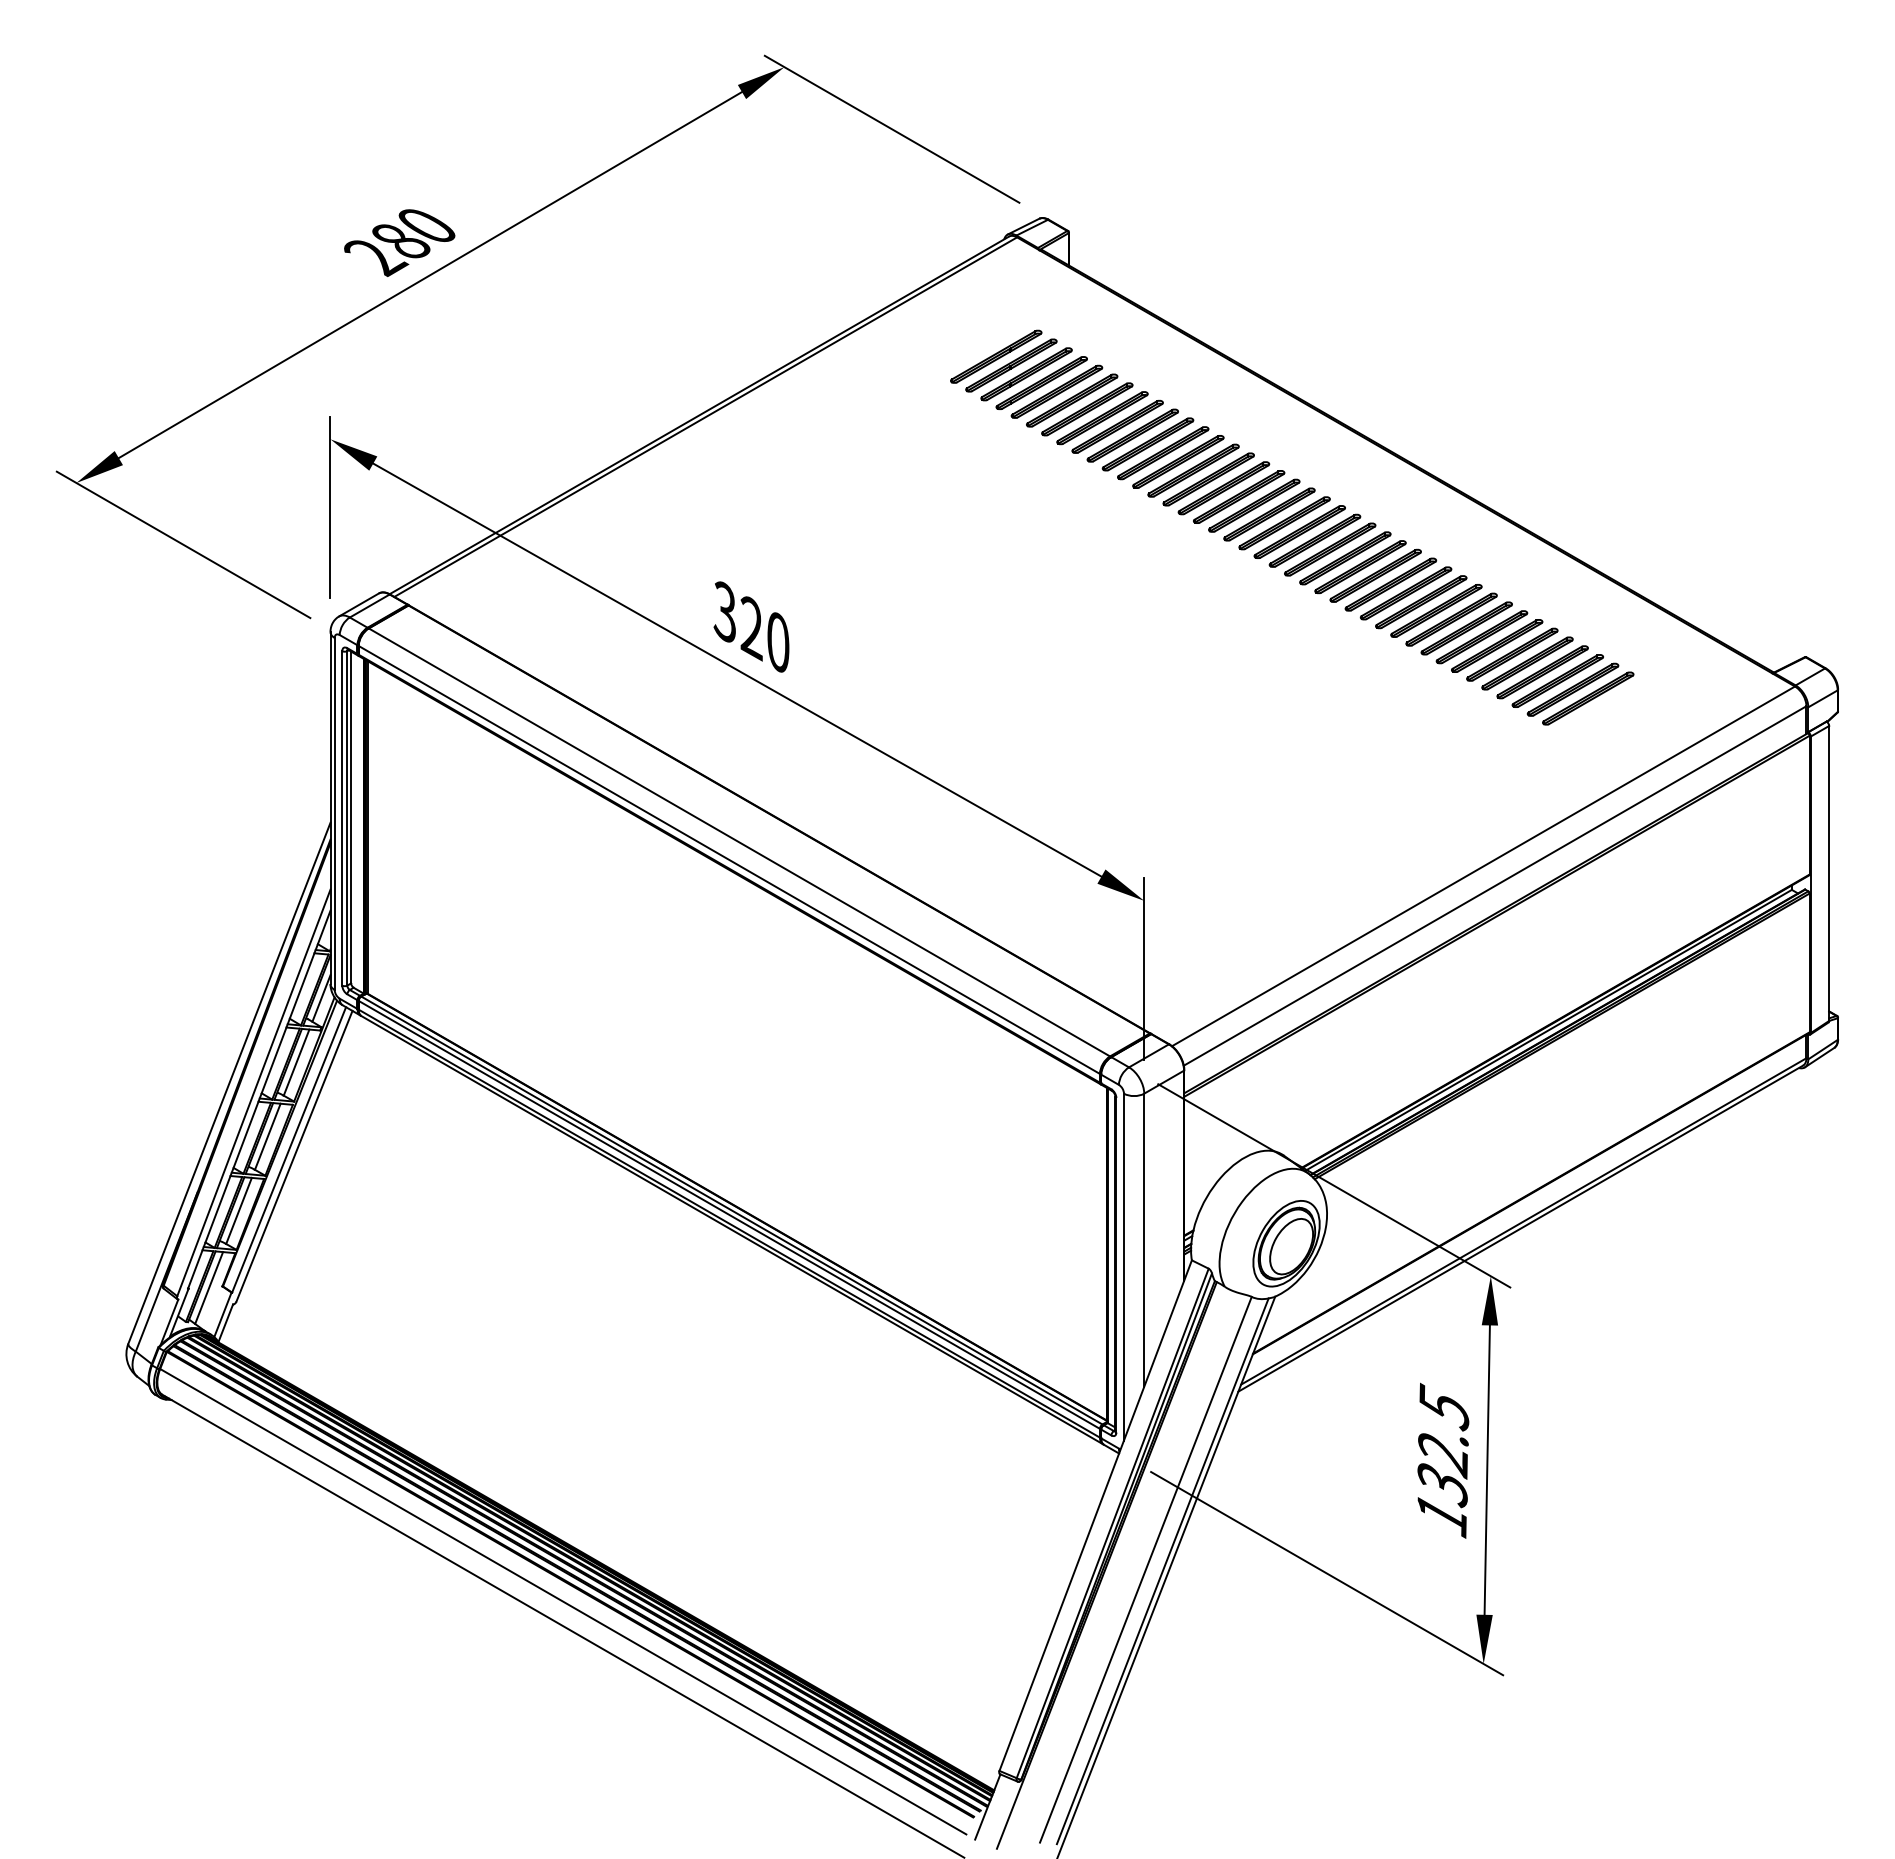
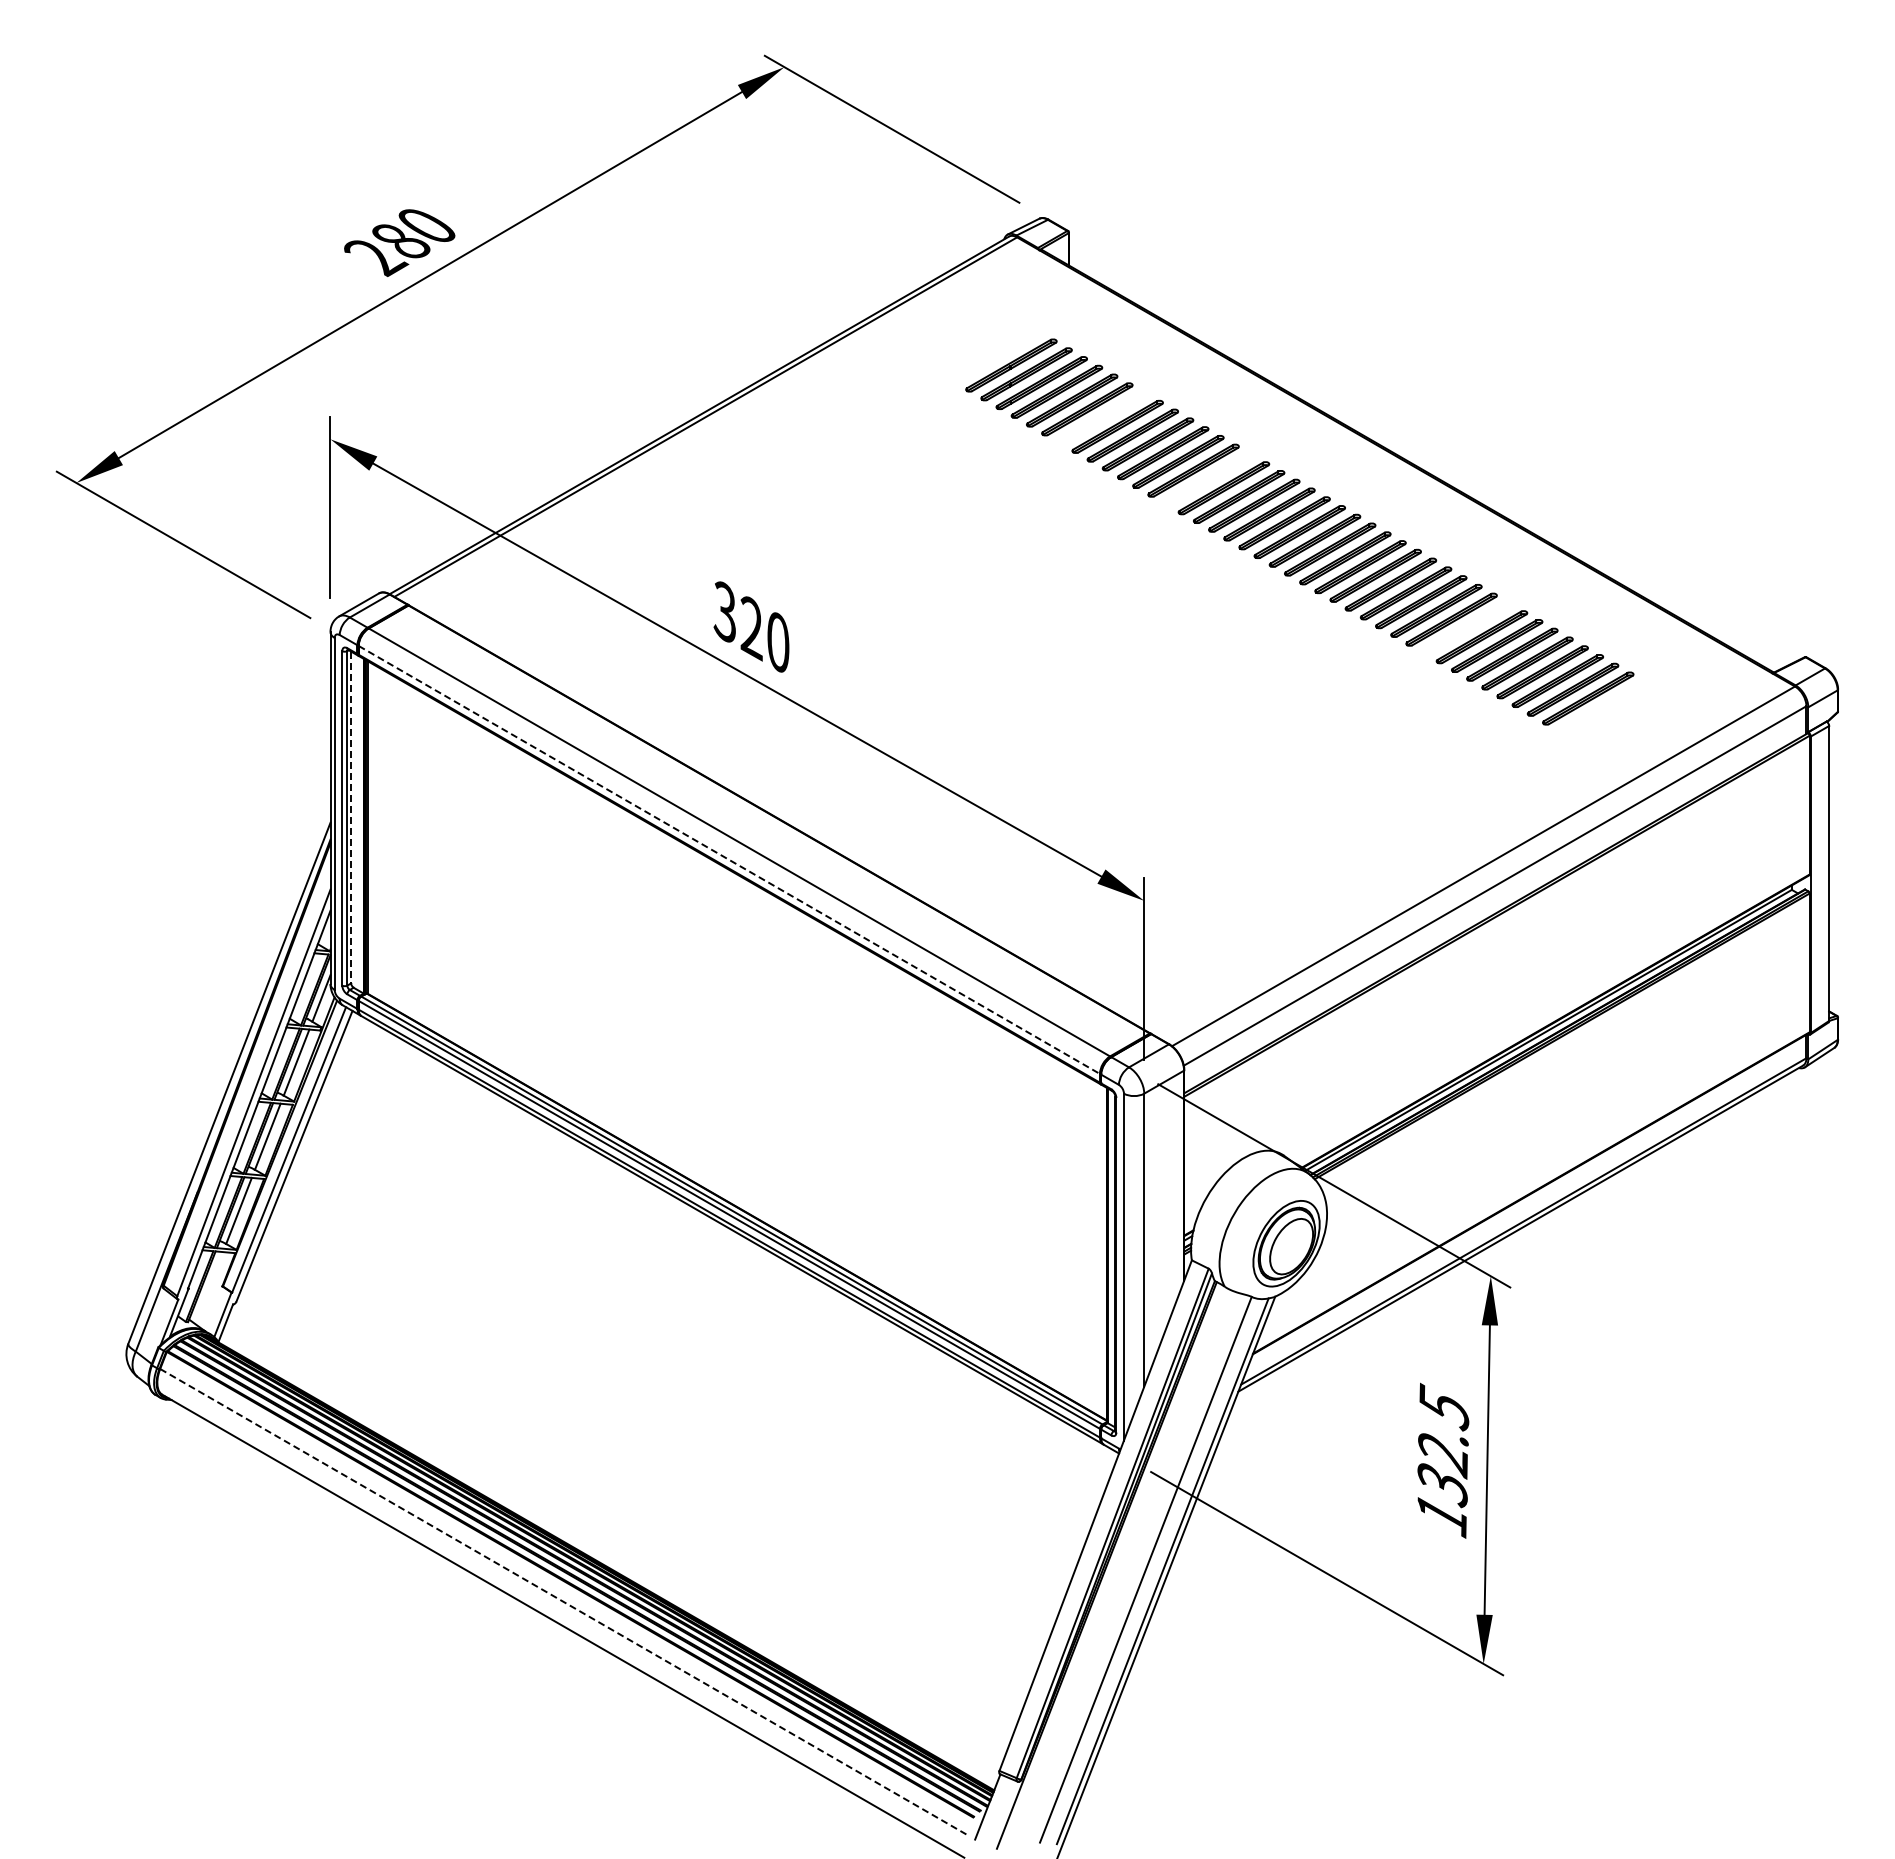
part at (996, 356): present -> none
part at (1102, 418): present -> none
part at (1208, 479): present -> none
part at (1466, 628): present -> none
line at (351, 817): solid -> dashed
line at (729, 859): solid -> dashed
line at (209, 1287): present -> none
line at (563, 1601): solid -> dashed
